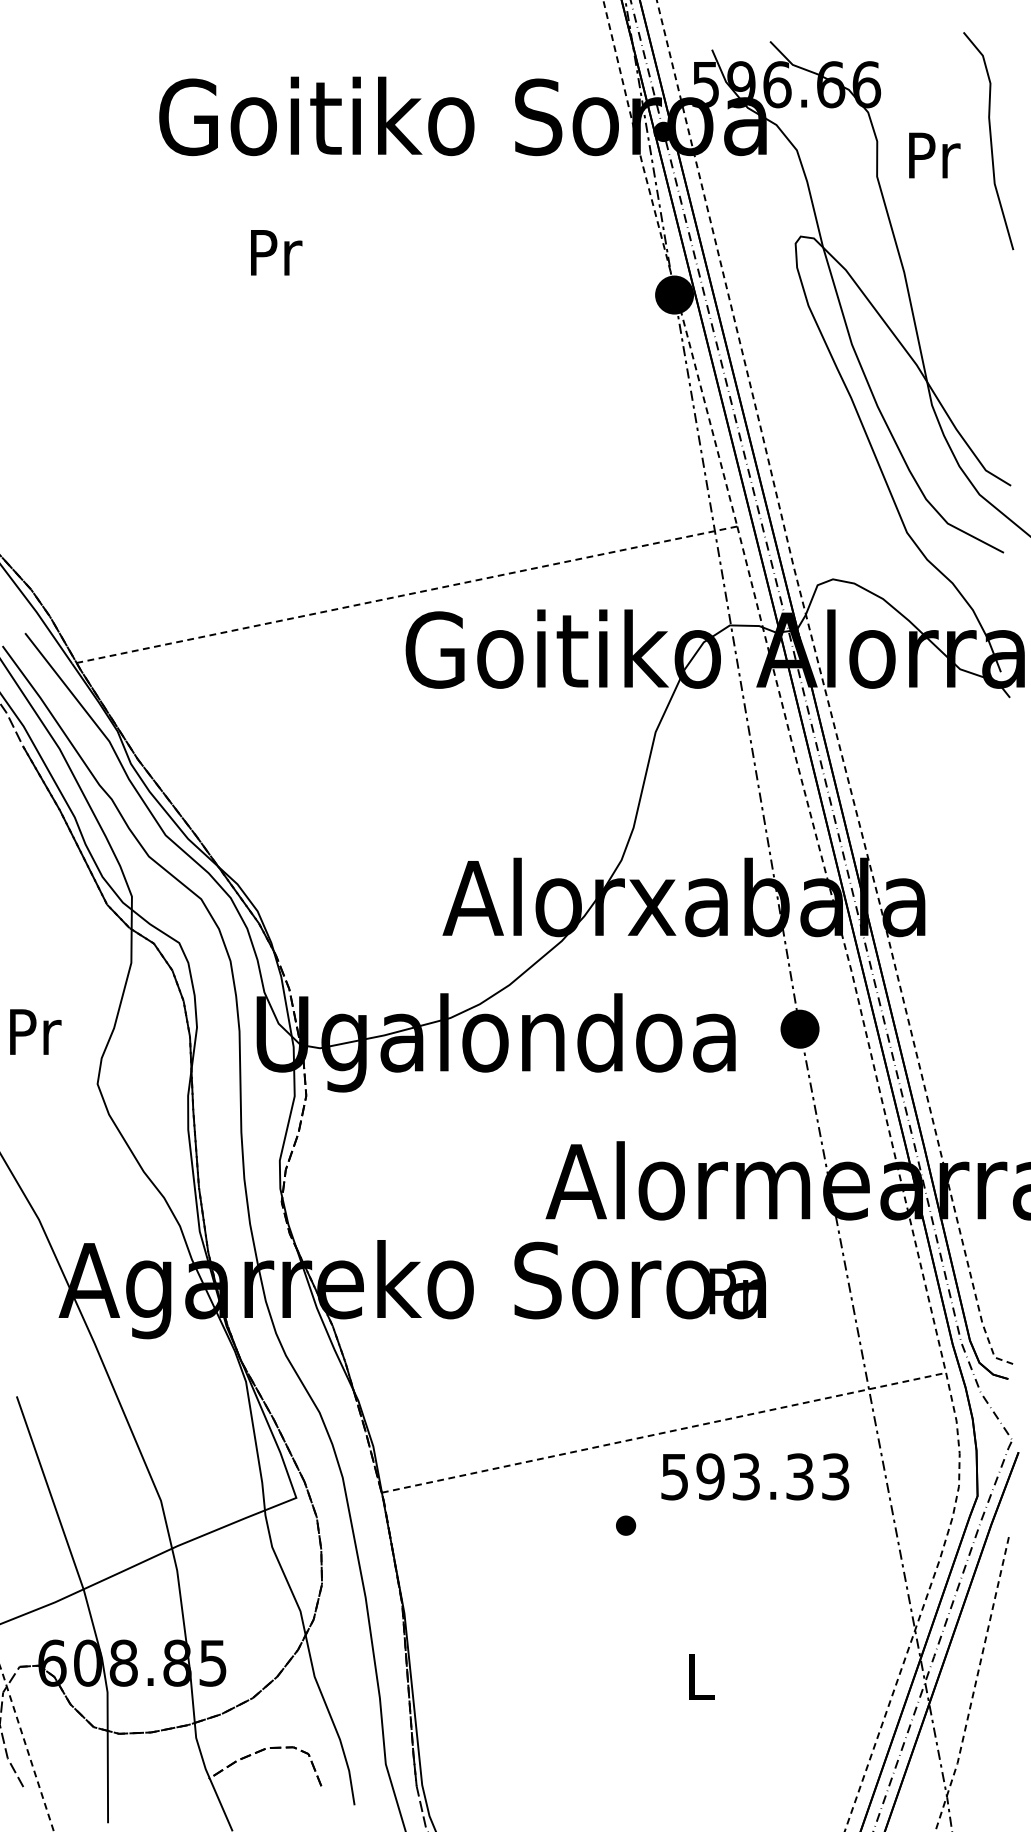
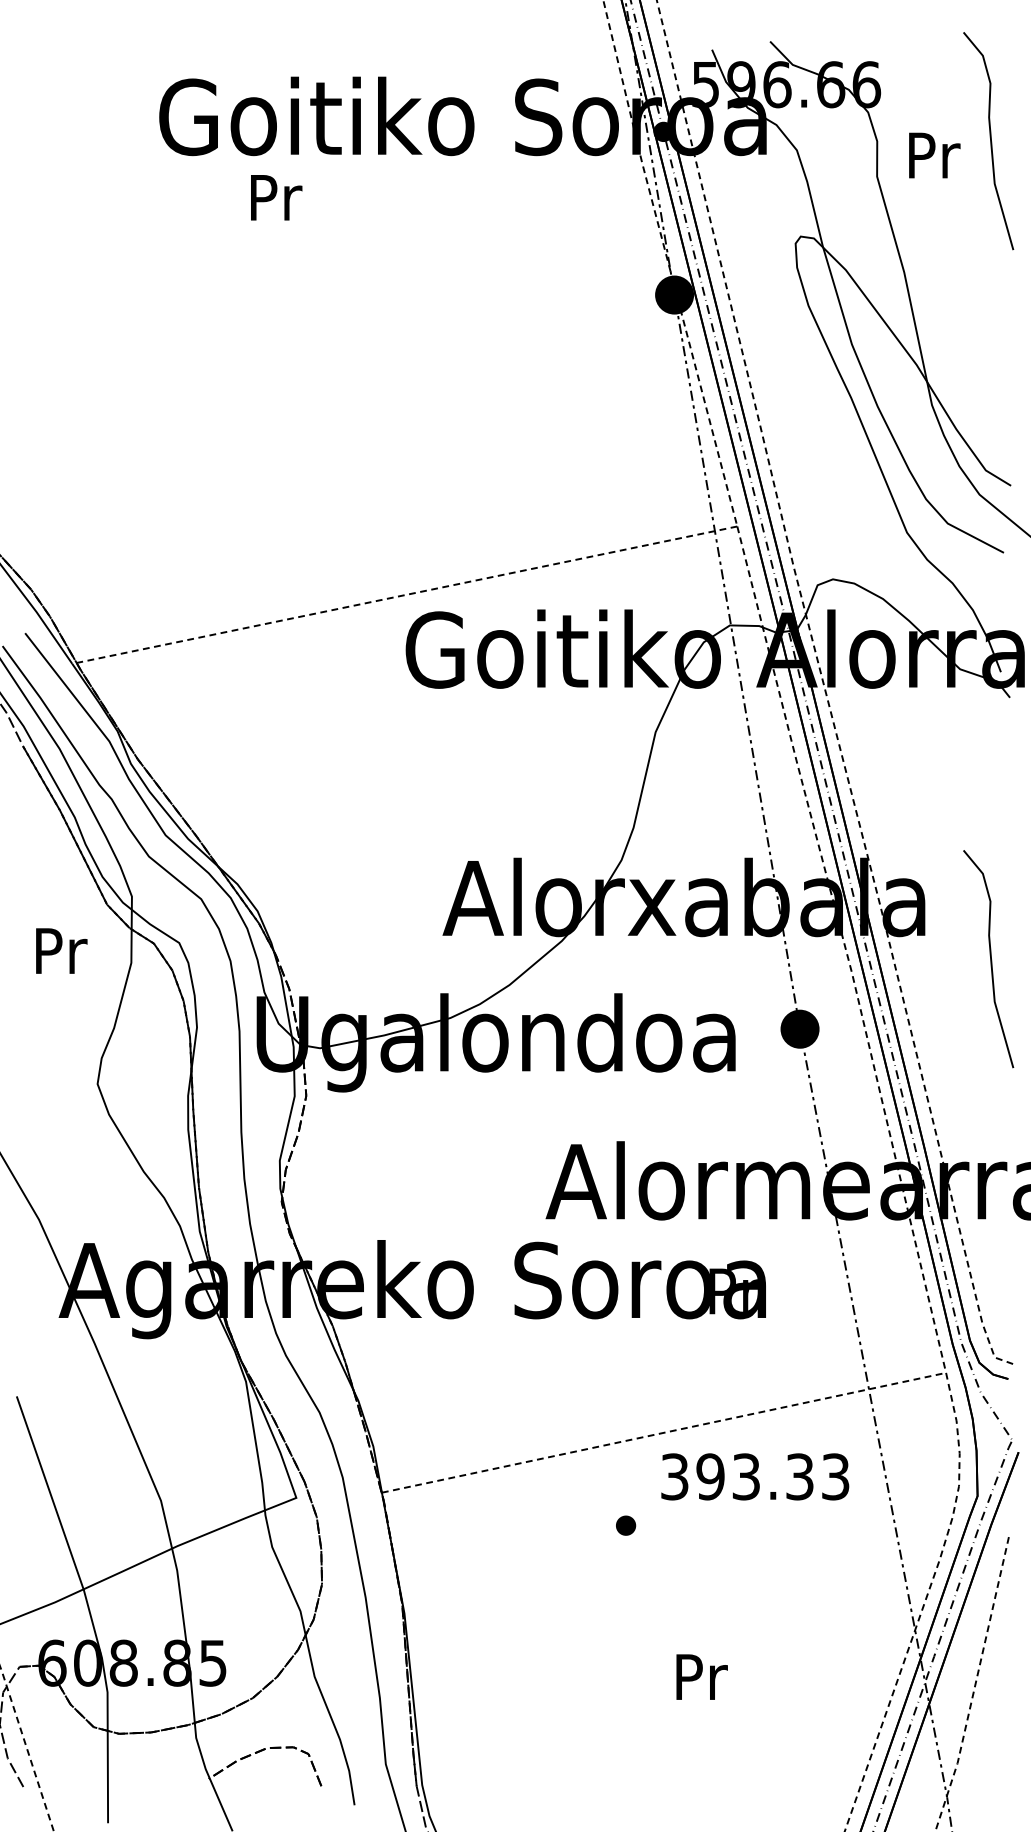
text at (276, 252) position: (276, 252) -> (276, 197)
curve at (990, 959): none -> present
text at (35, 1031) position: (35, 1031) -> (61, 950)
text at (674, 1476): 593.33 -> 393.33
text at (701, 1676): L -> Pr
